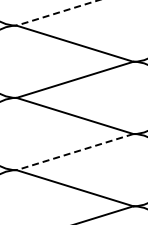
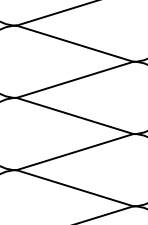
line at (57, 13): dashed -> solid
line at (74, 152): dashed -> solid
